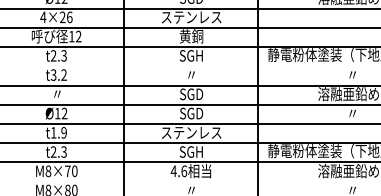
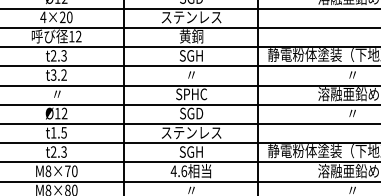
text at (69, 16): 4×26 -> 4×20
line at (189, 66): none -> present
text at (191, 94): SGD -> SPHC
text at (63, 132): t1.9 -> t1.5
line at (189, 181): none -> present
